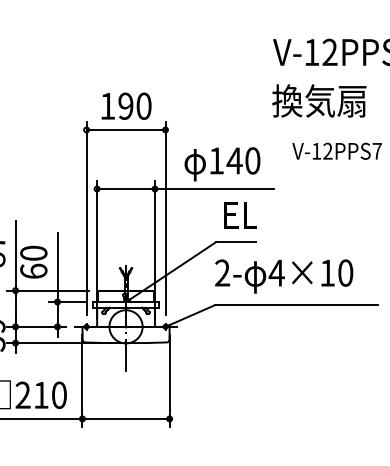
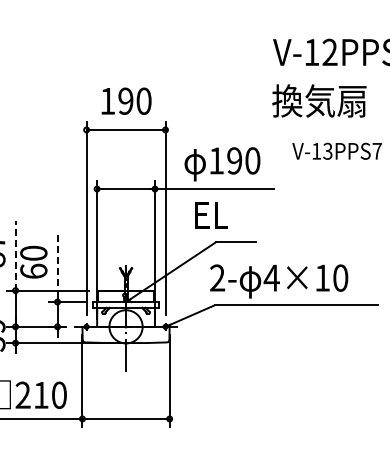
text at (126, 105) position: (126, 105) -> (126, 100)
text at (327, 151): V-12PPS7 -> V-13PPS7
text at (234, 160): 140 -> 190
text at (240, 215) position: (240, 215) -> (211, 215)
line at (15, 255): solid -> dashed
line at (57, 264): solid -> dashed
text at (284, 276) position: (284, 276) -> (279, 281)
